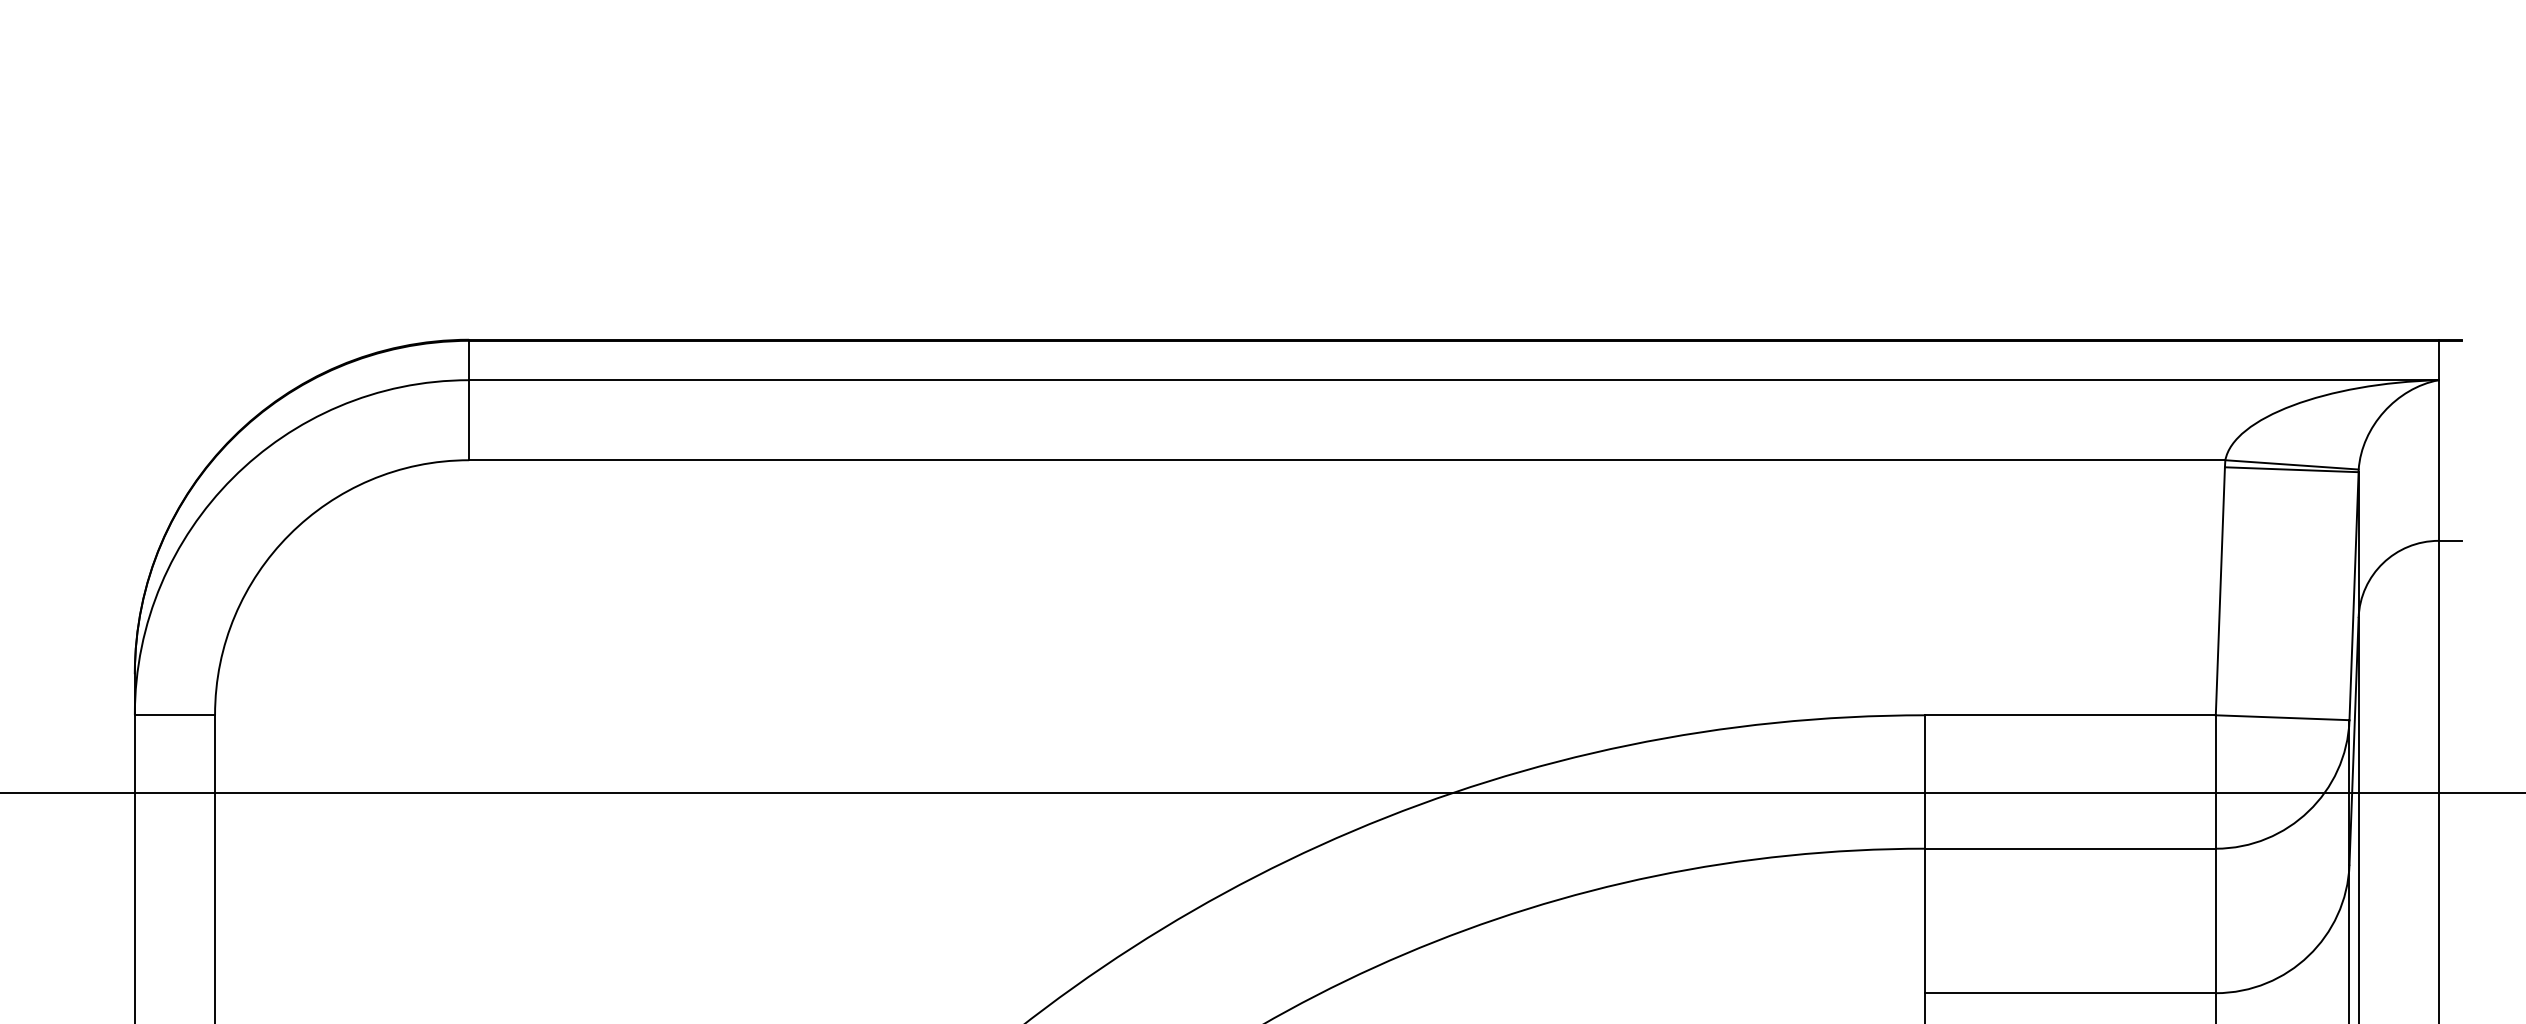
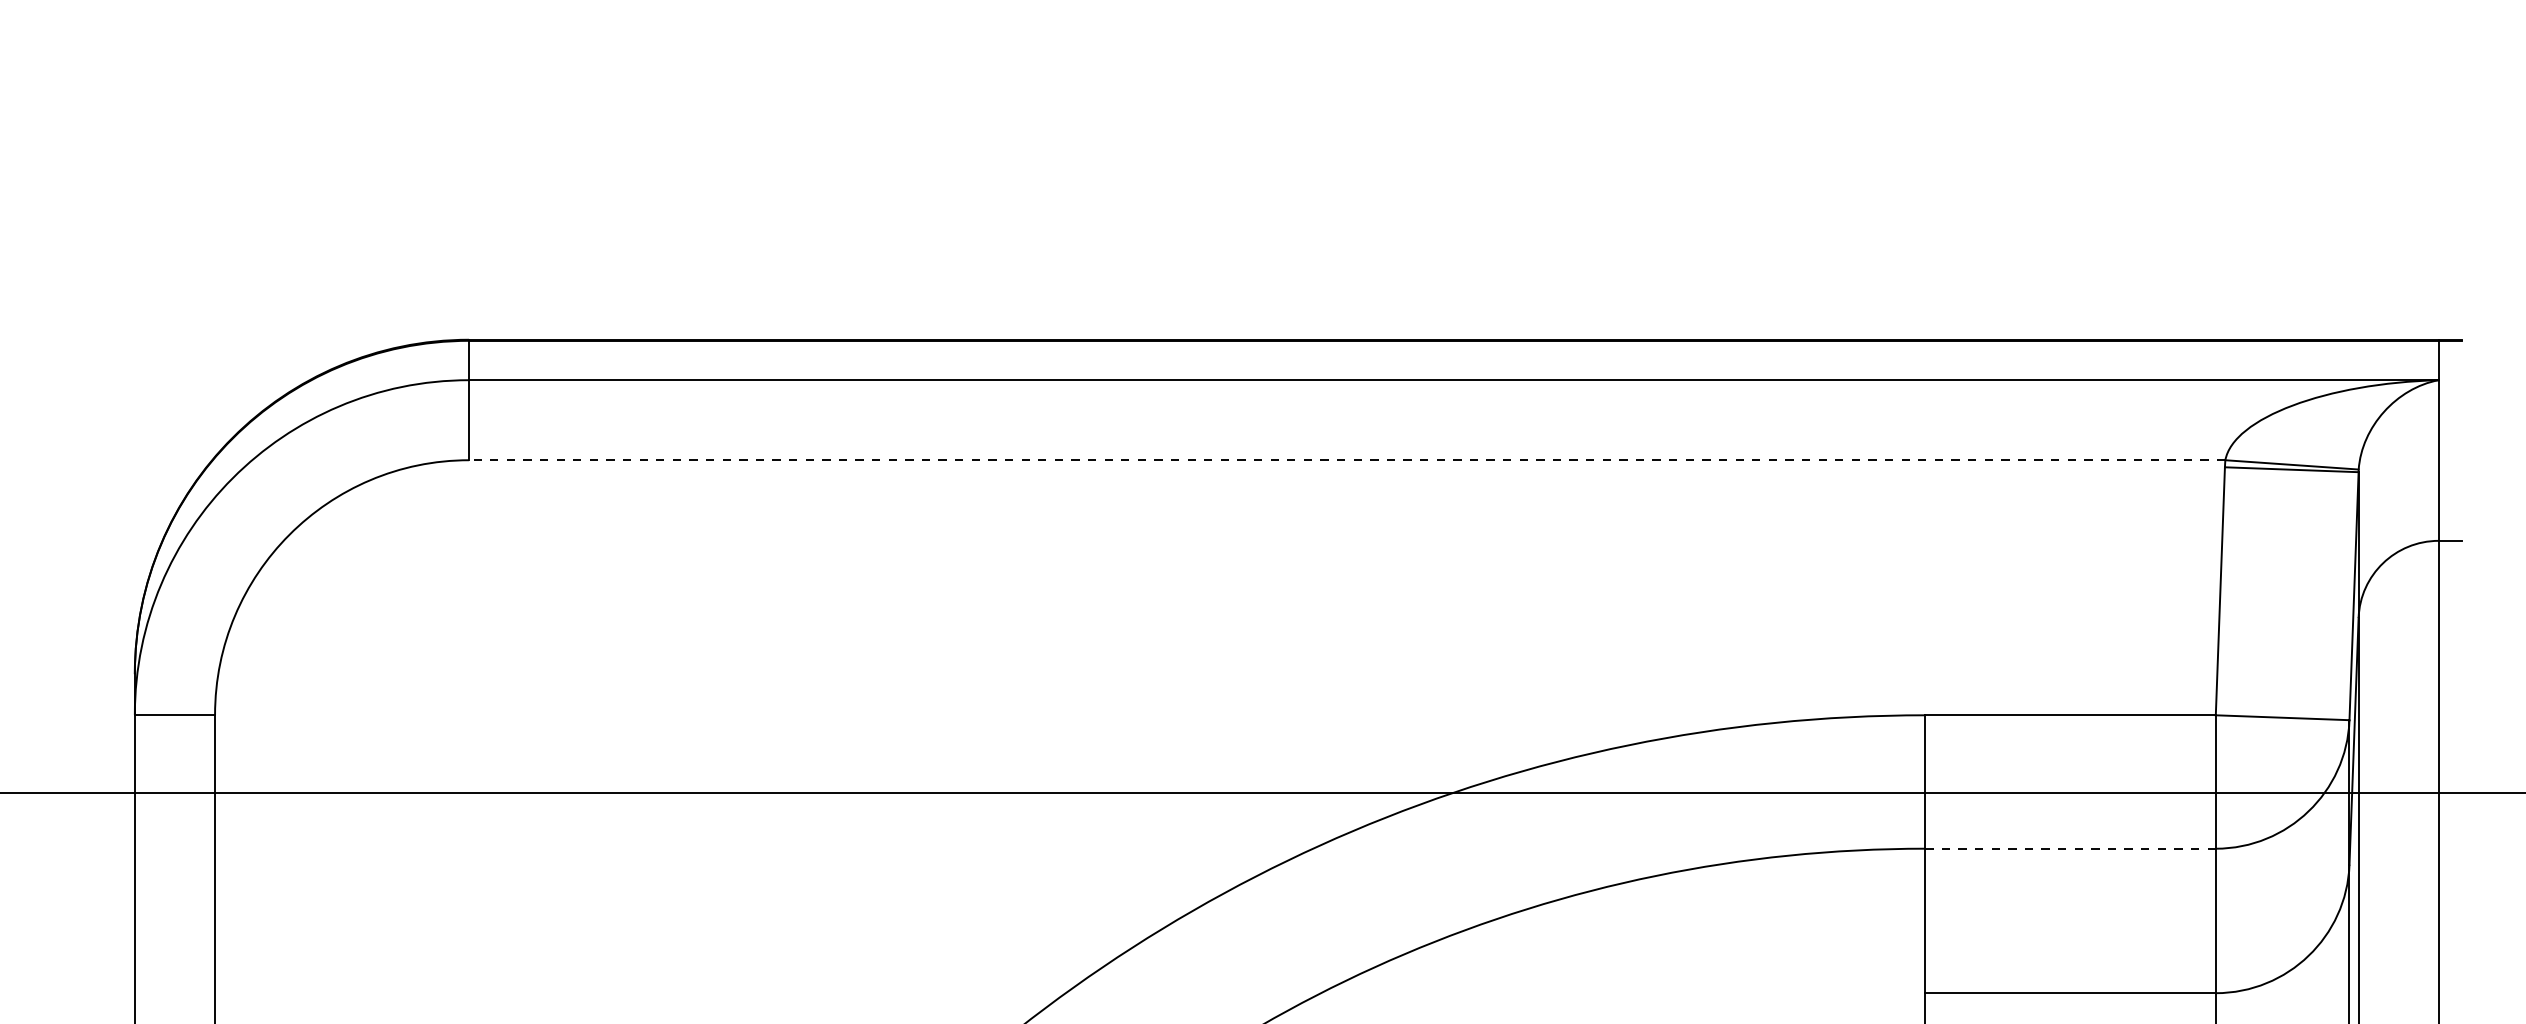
line at (1346, 460): solid -> dashed
line at (2070, 848): solid -> dashed
